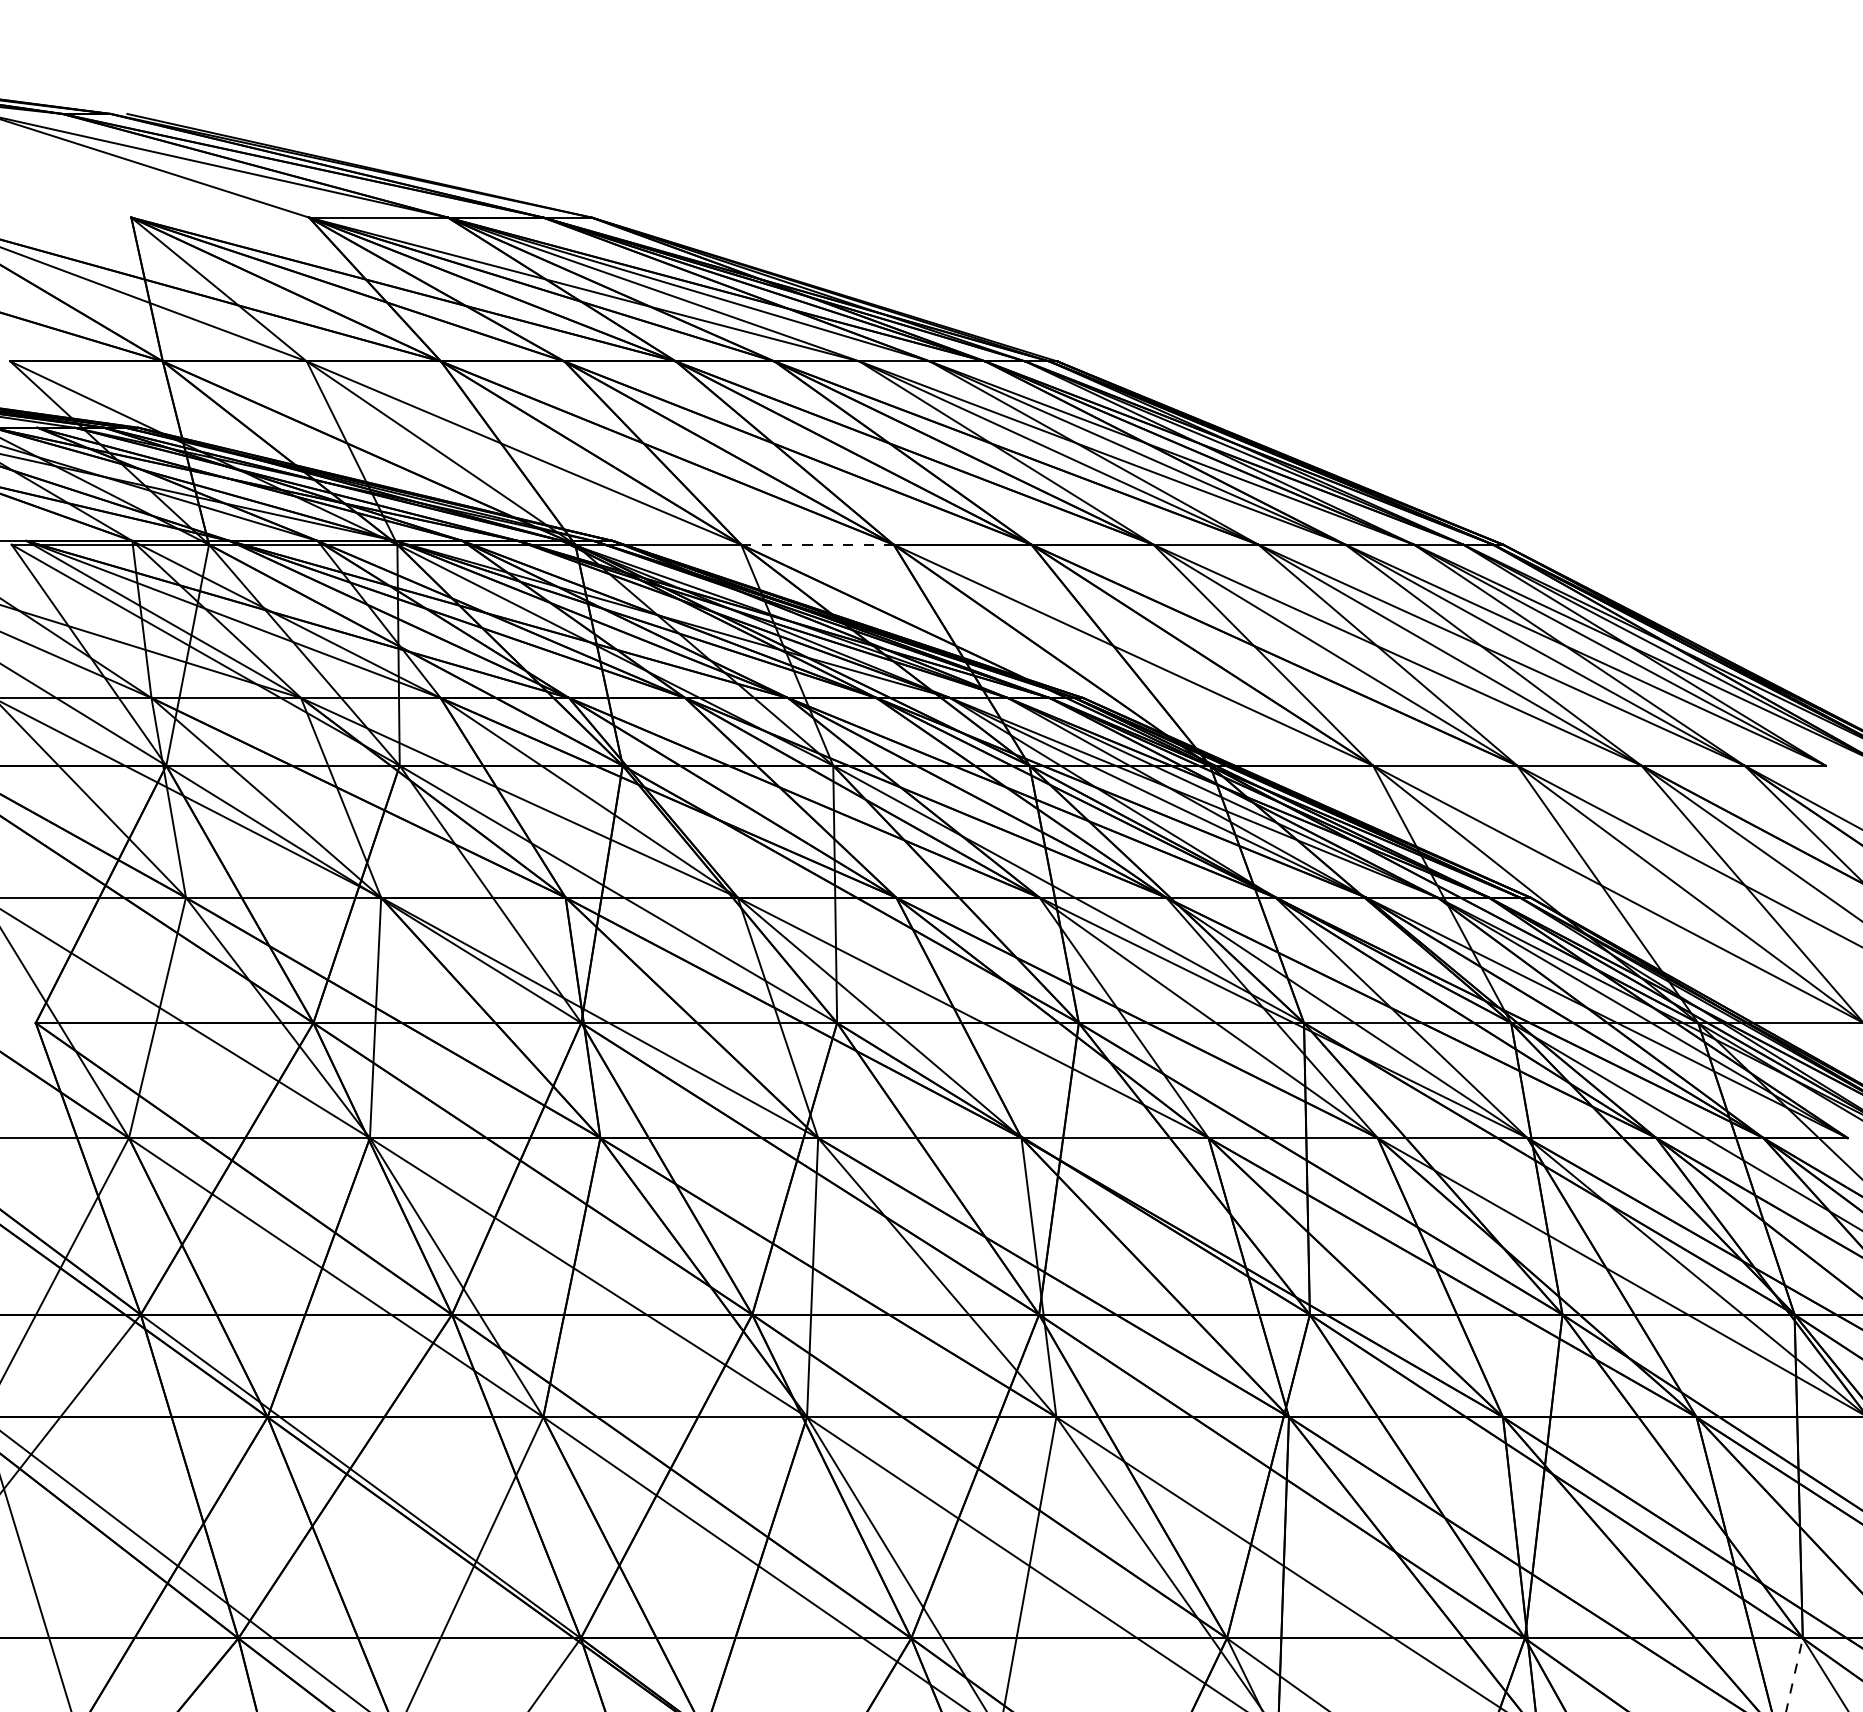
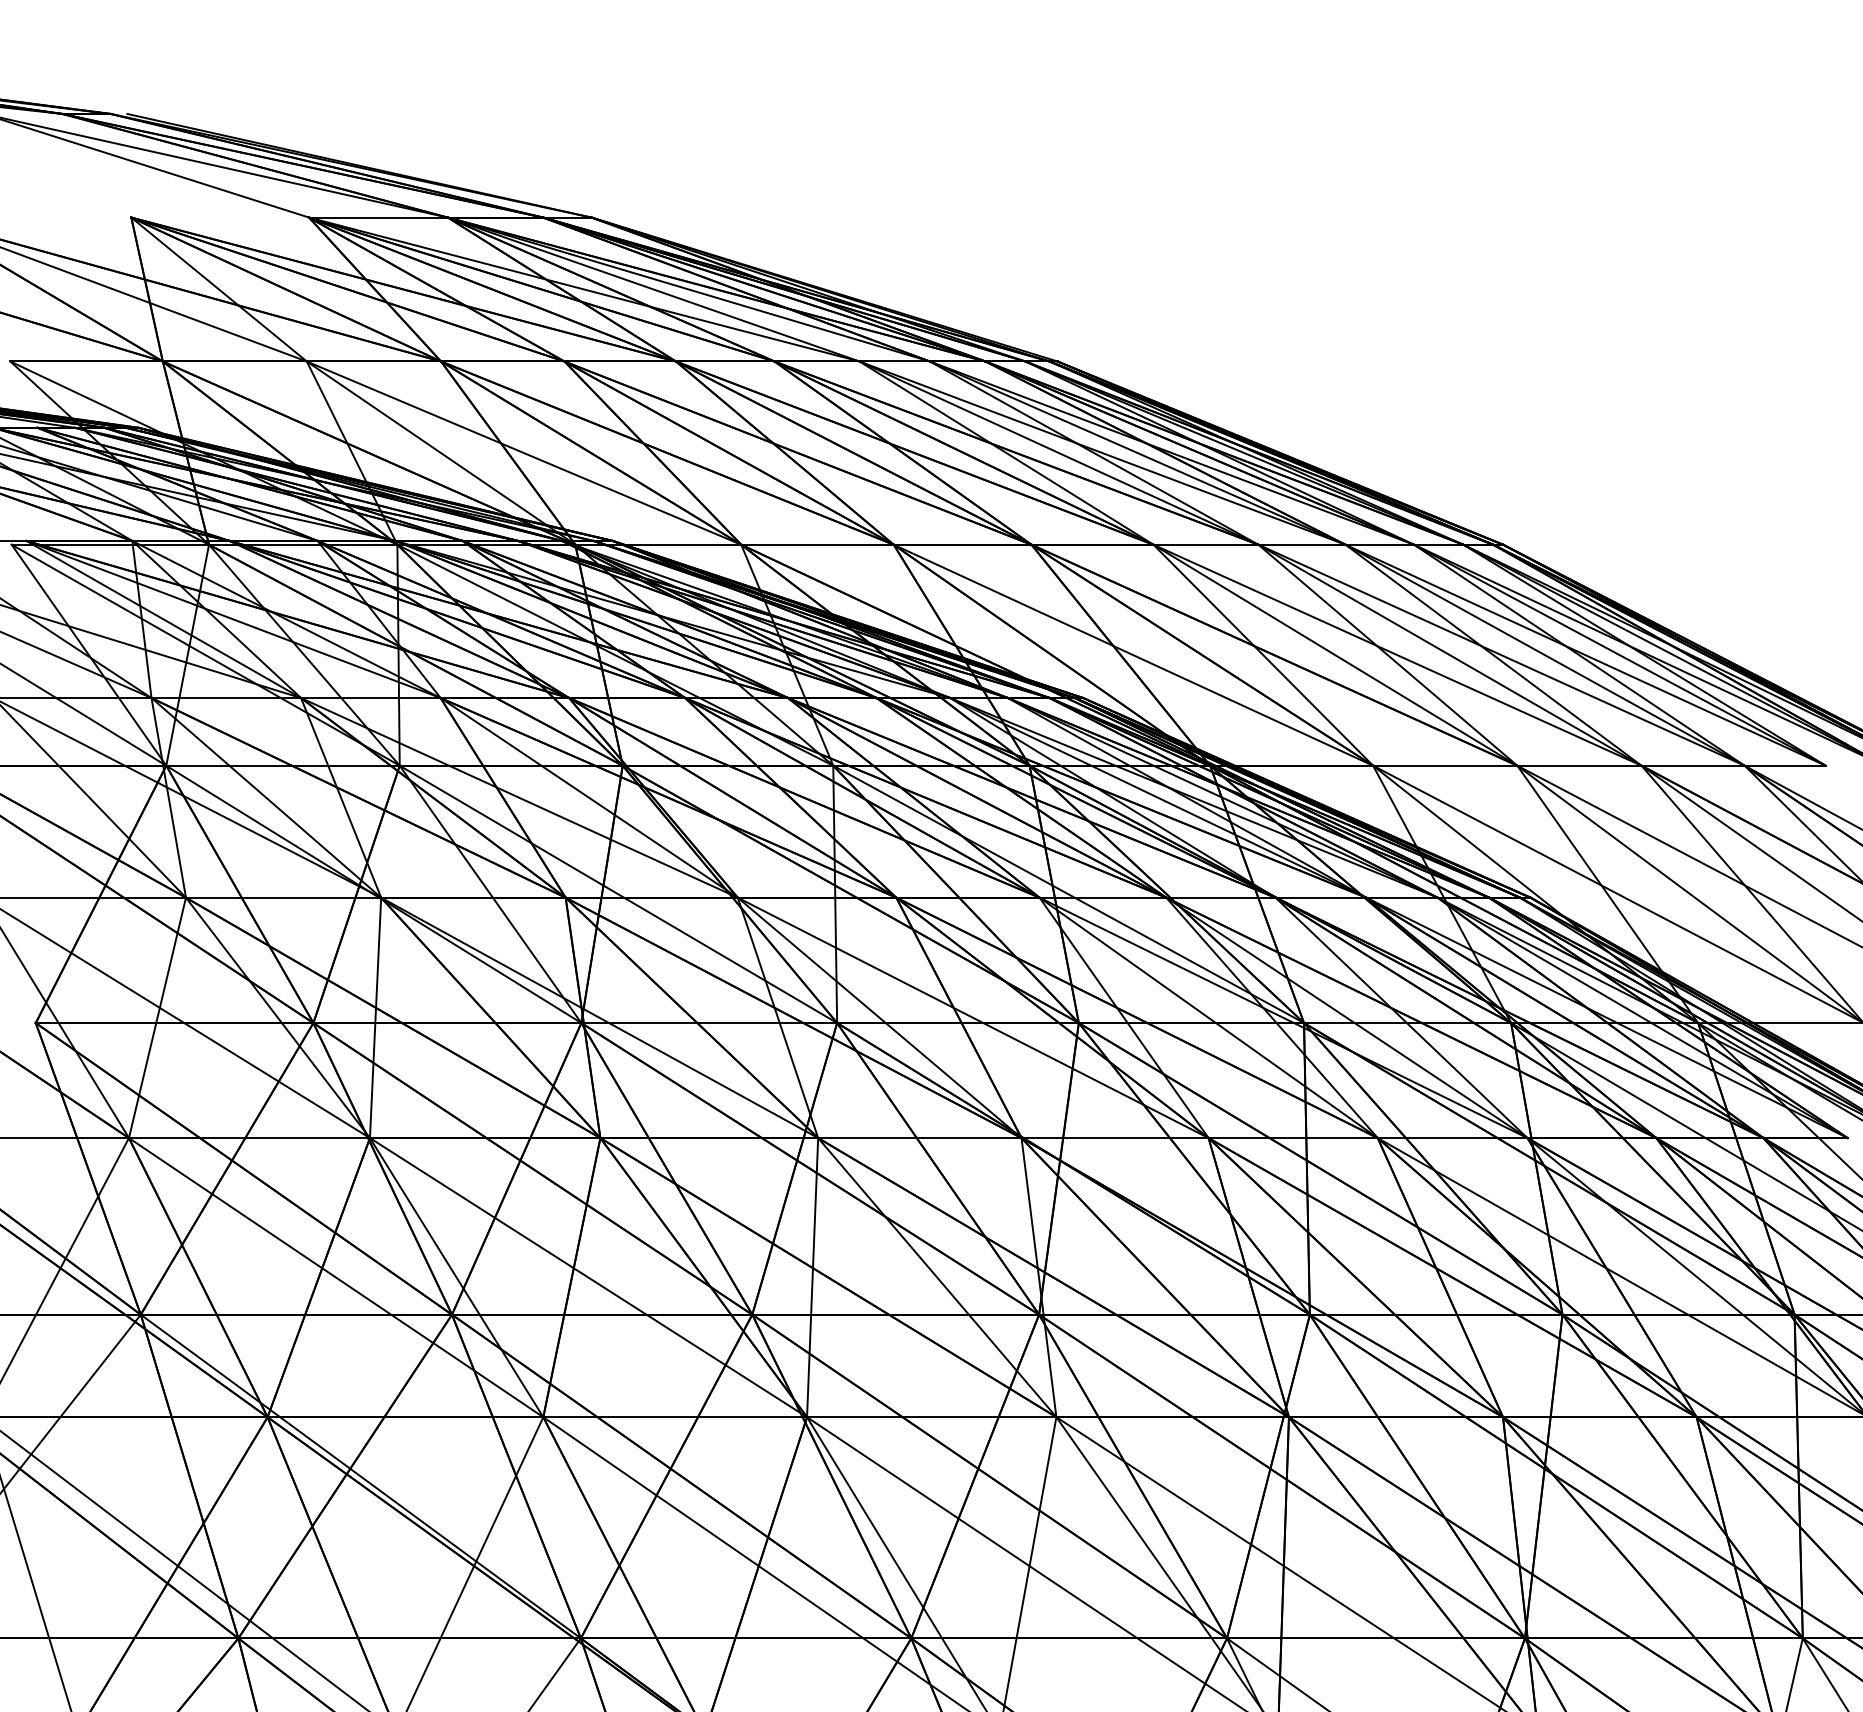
line at (818, 544): dashed -> solid
line at (1794, 1674): dashed -> solid
